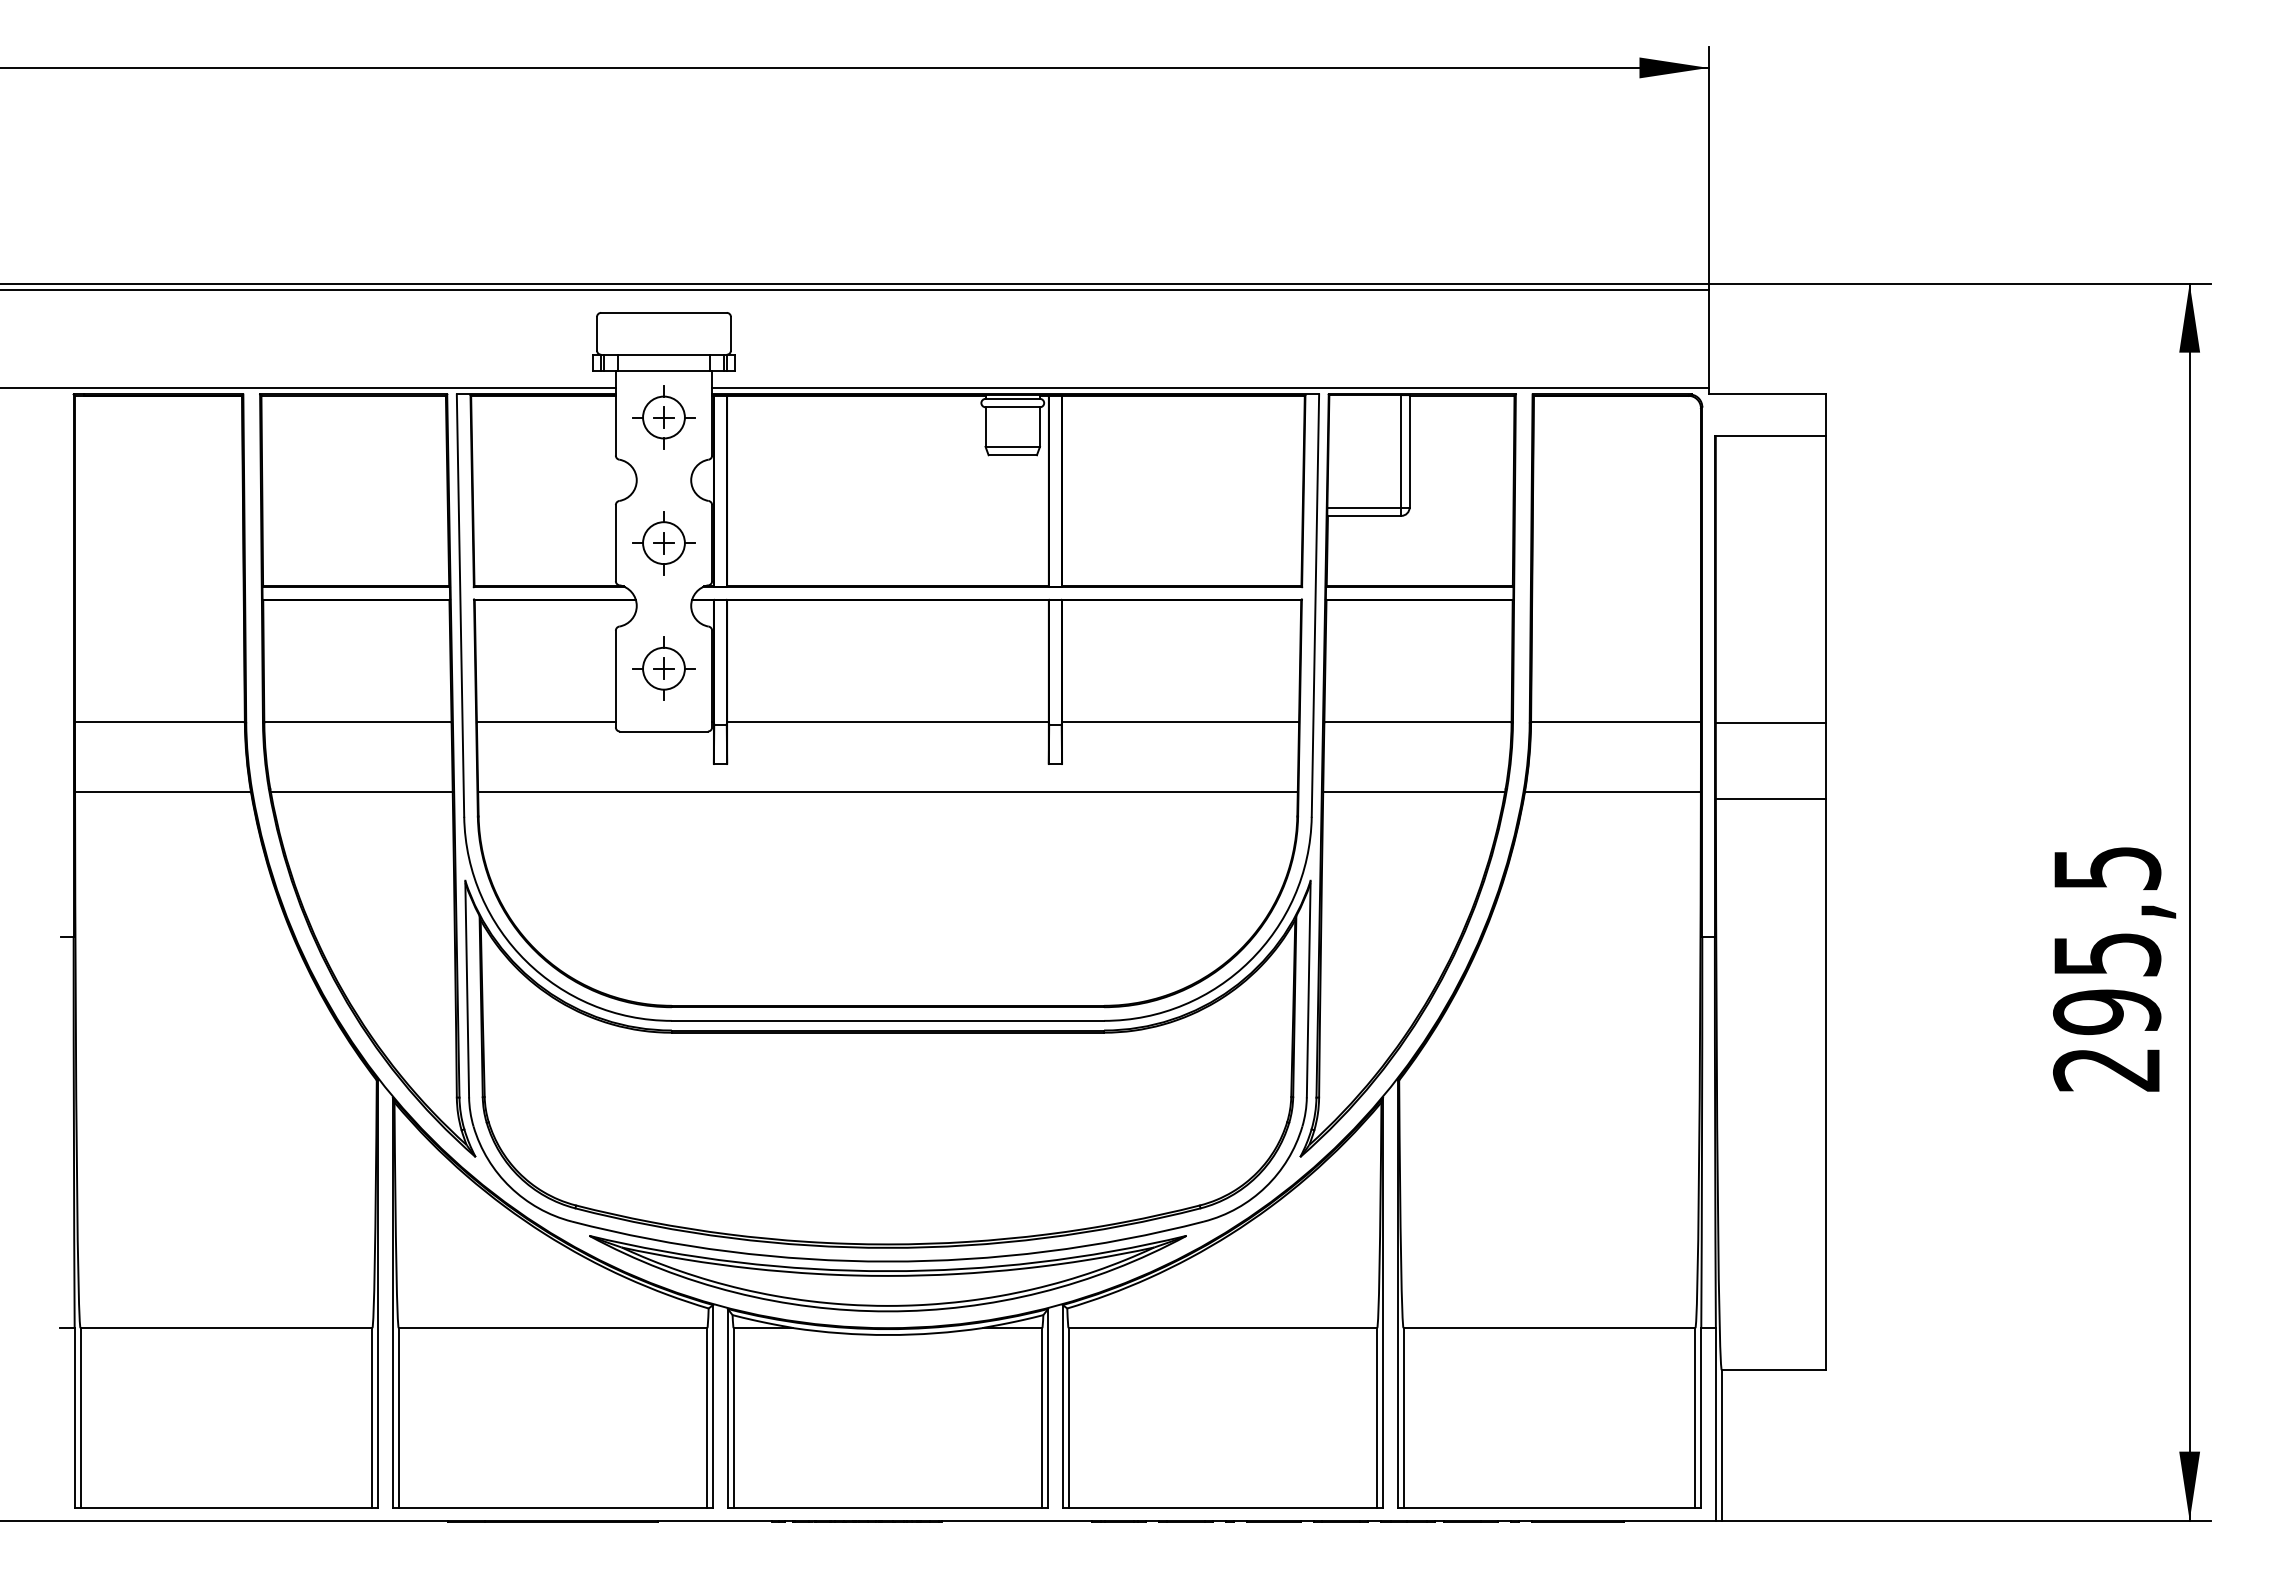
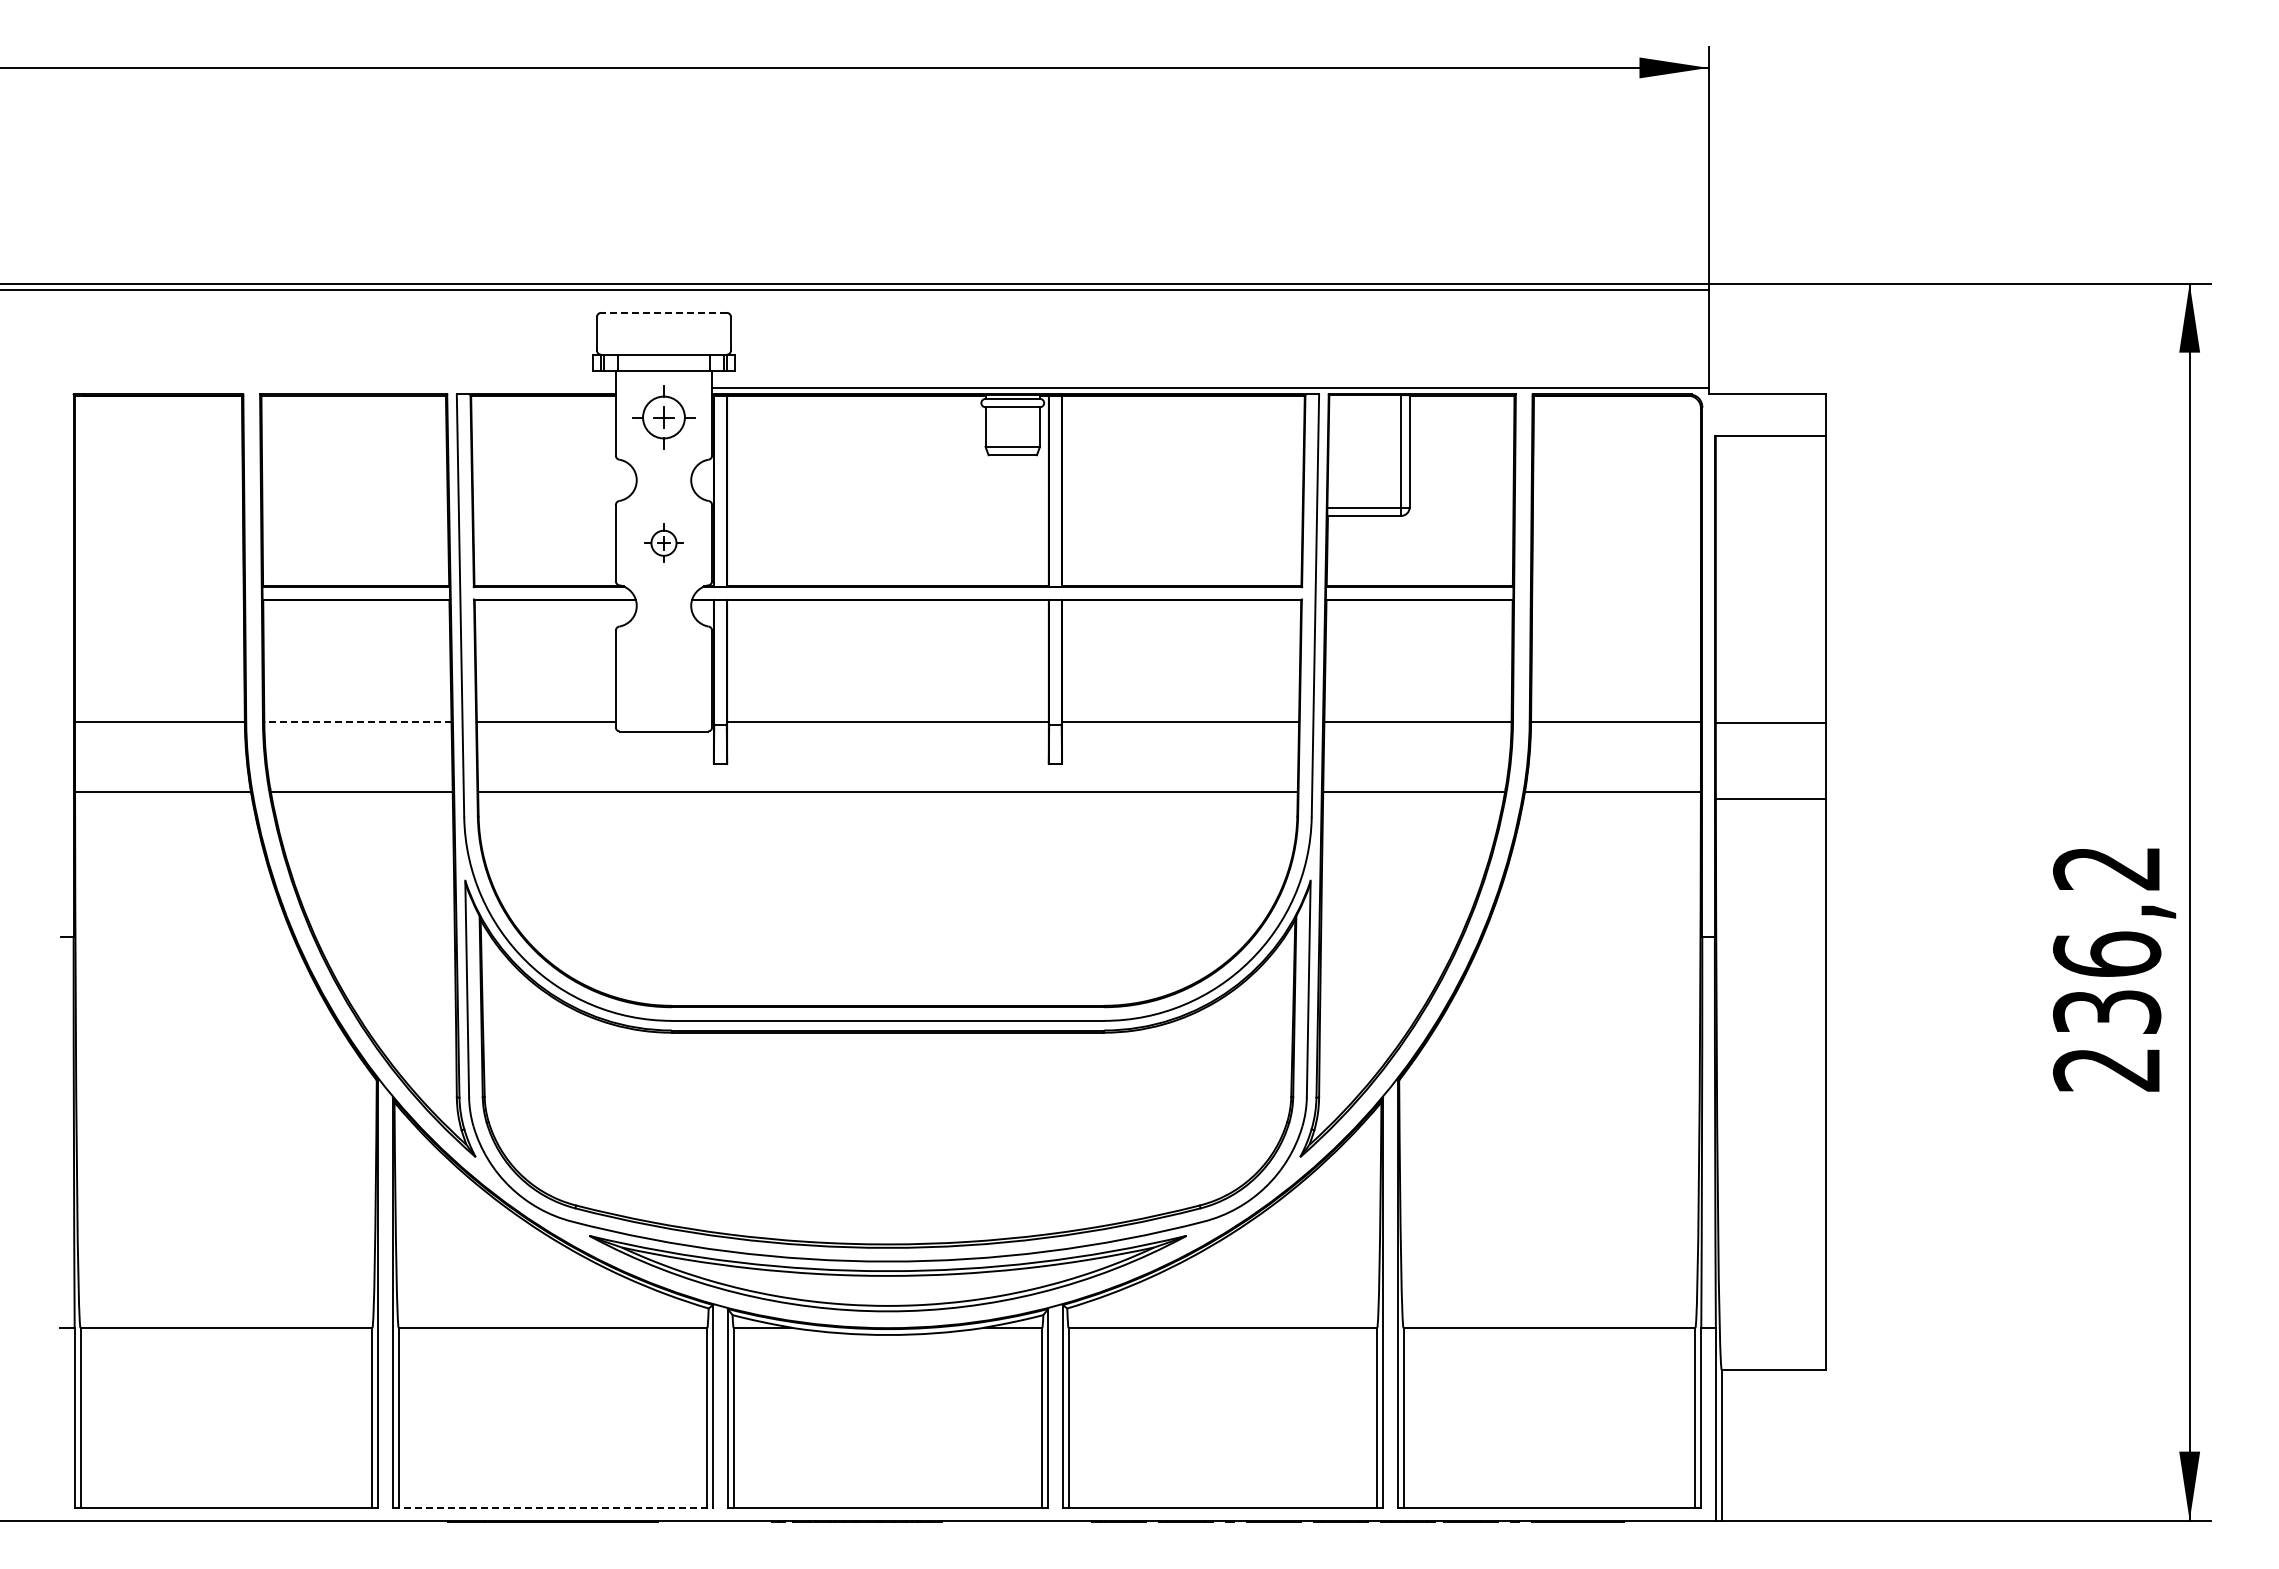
line at (663, 312): solid -> dashed
line at (308, 388): present -> none
part at (663, 543) size: 64x65 px -> 40x40 px
part at (663, 668): present -> none
line at (357, 722): solid -> dashed
text at (2107, 941): 295,5 -> 236,2
line at (553, 1508): solid -> dashed
